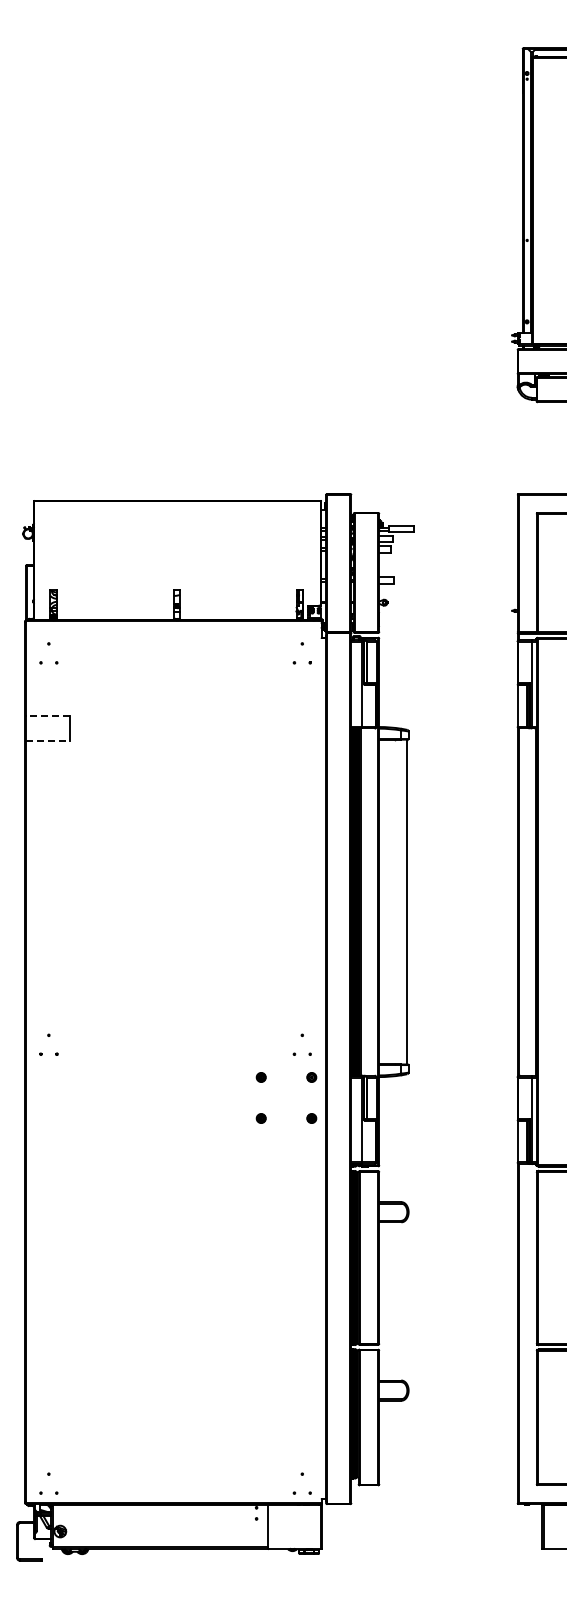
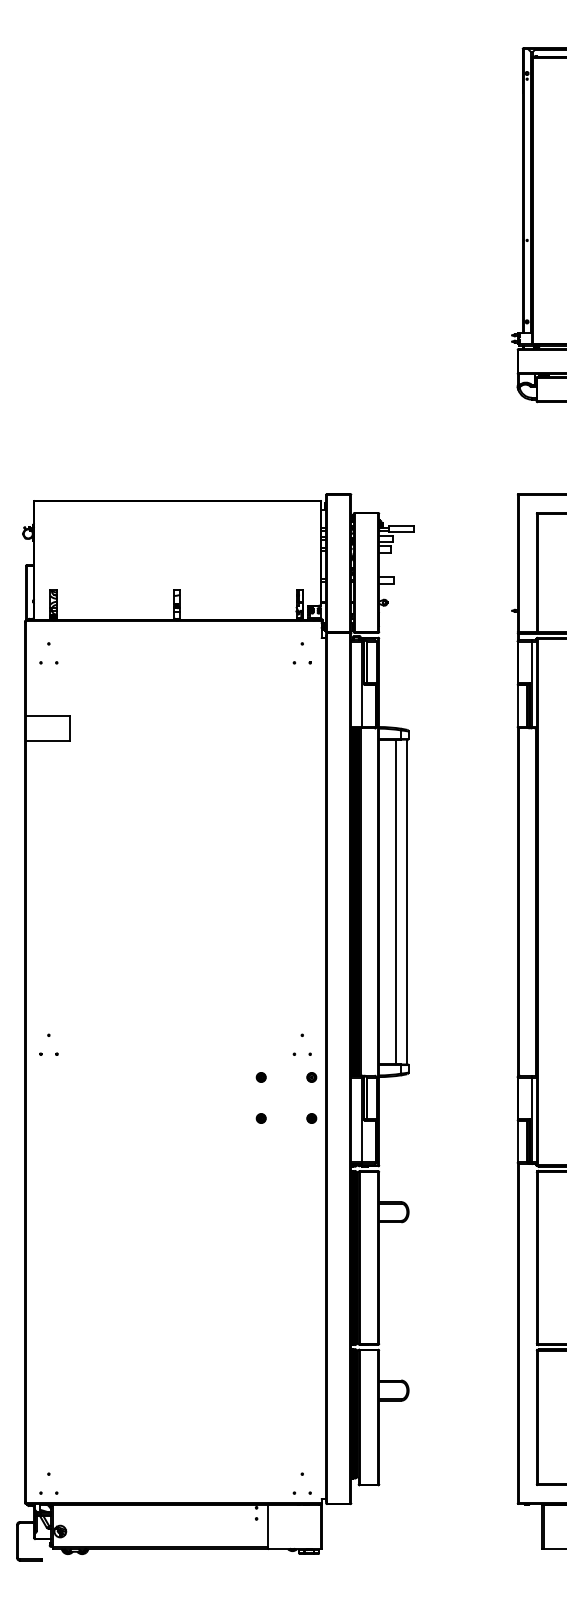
line at (47, 715): dashed -> solid
line at (48, 741): dashed -> solid
line at (395, 901): none -> present
